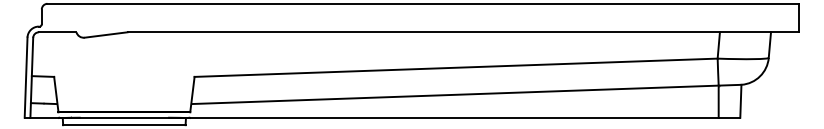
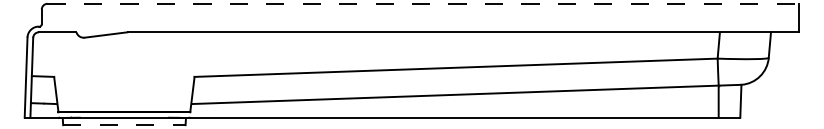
line at (423, 3): solid -> dashed
line at (124, 125): solid -> dashed
